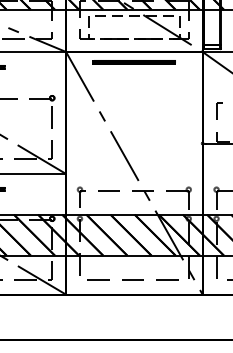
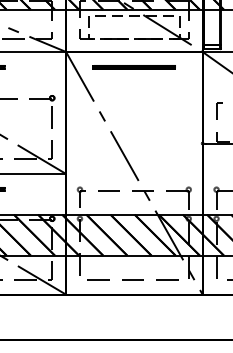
line at (133, 62) position: (133, 62) -> (133, 67)
